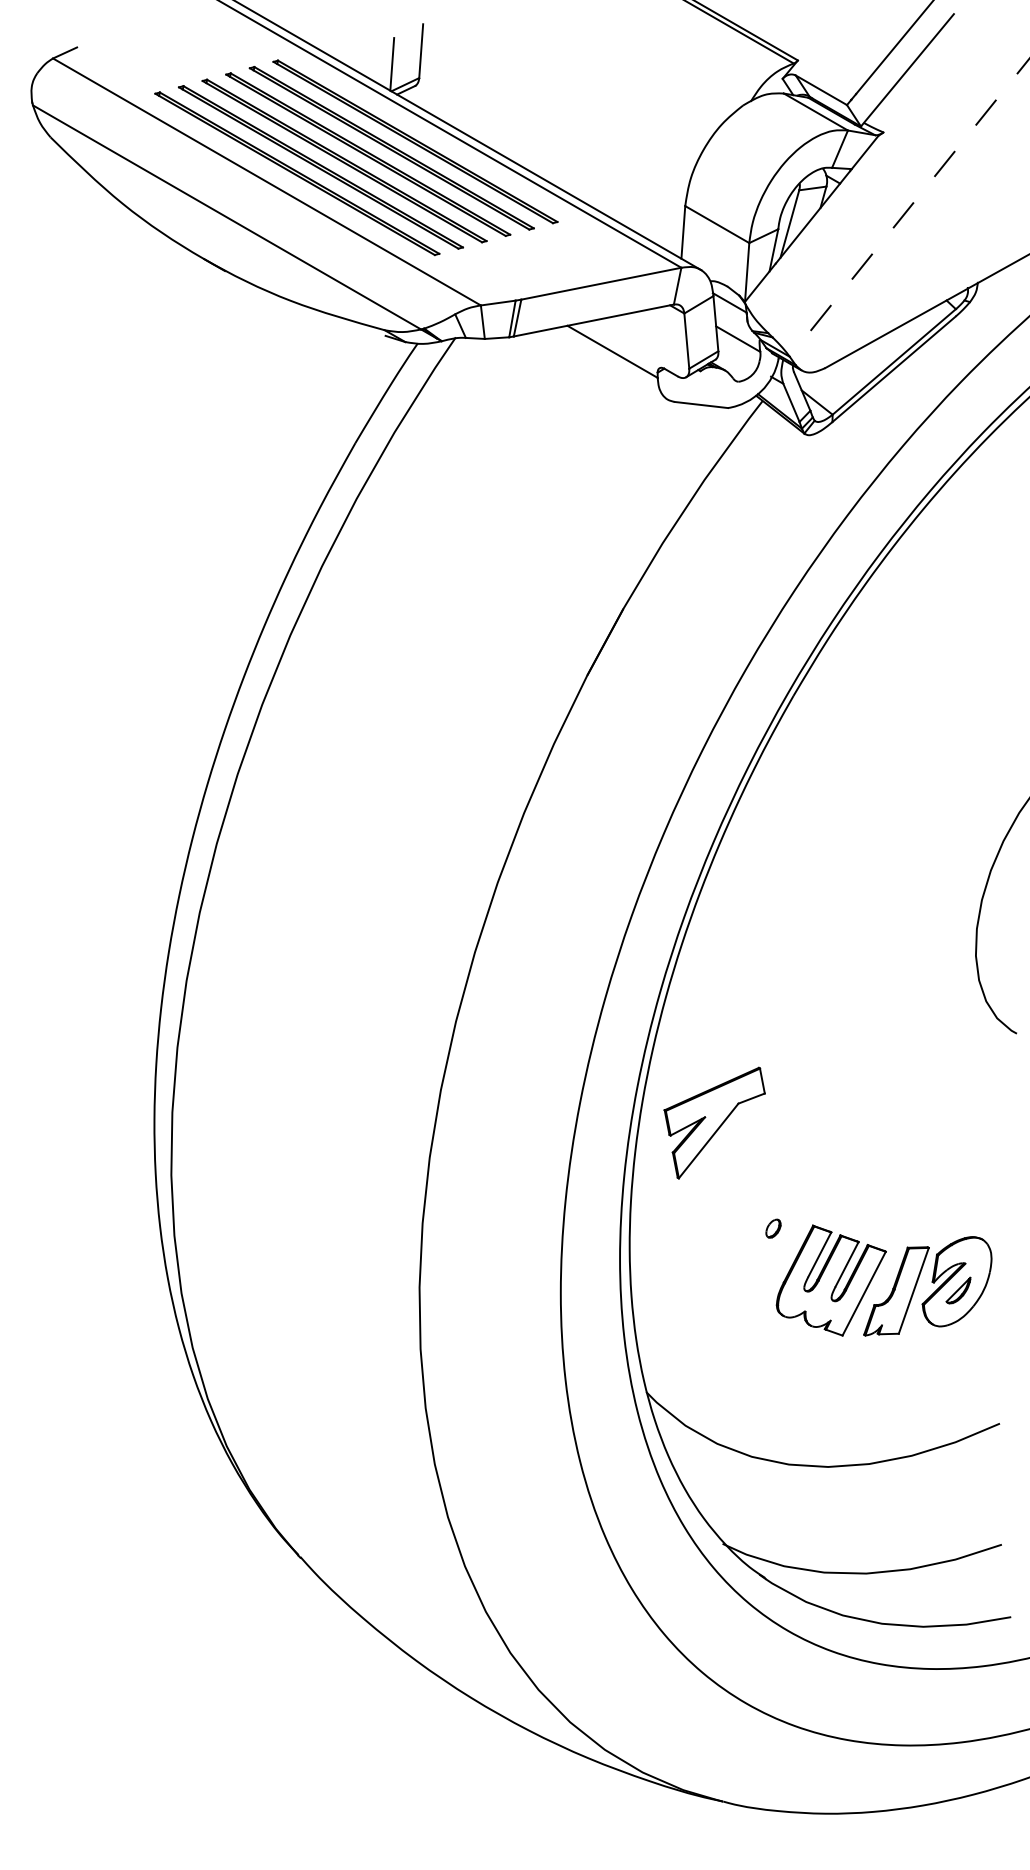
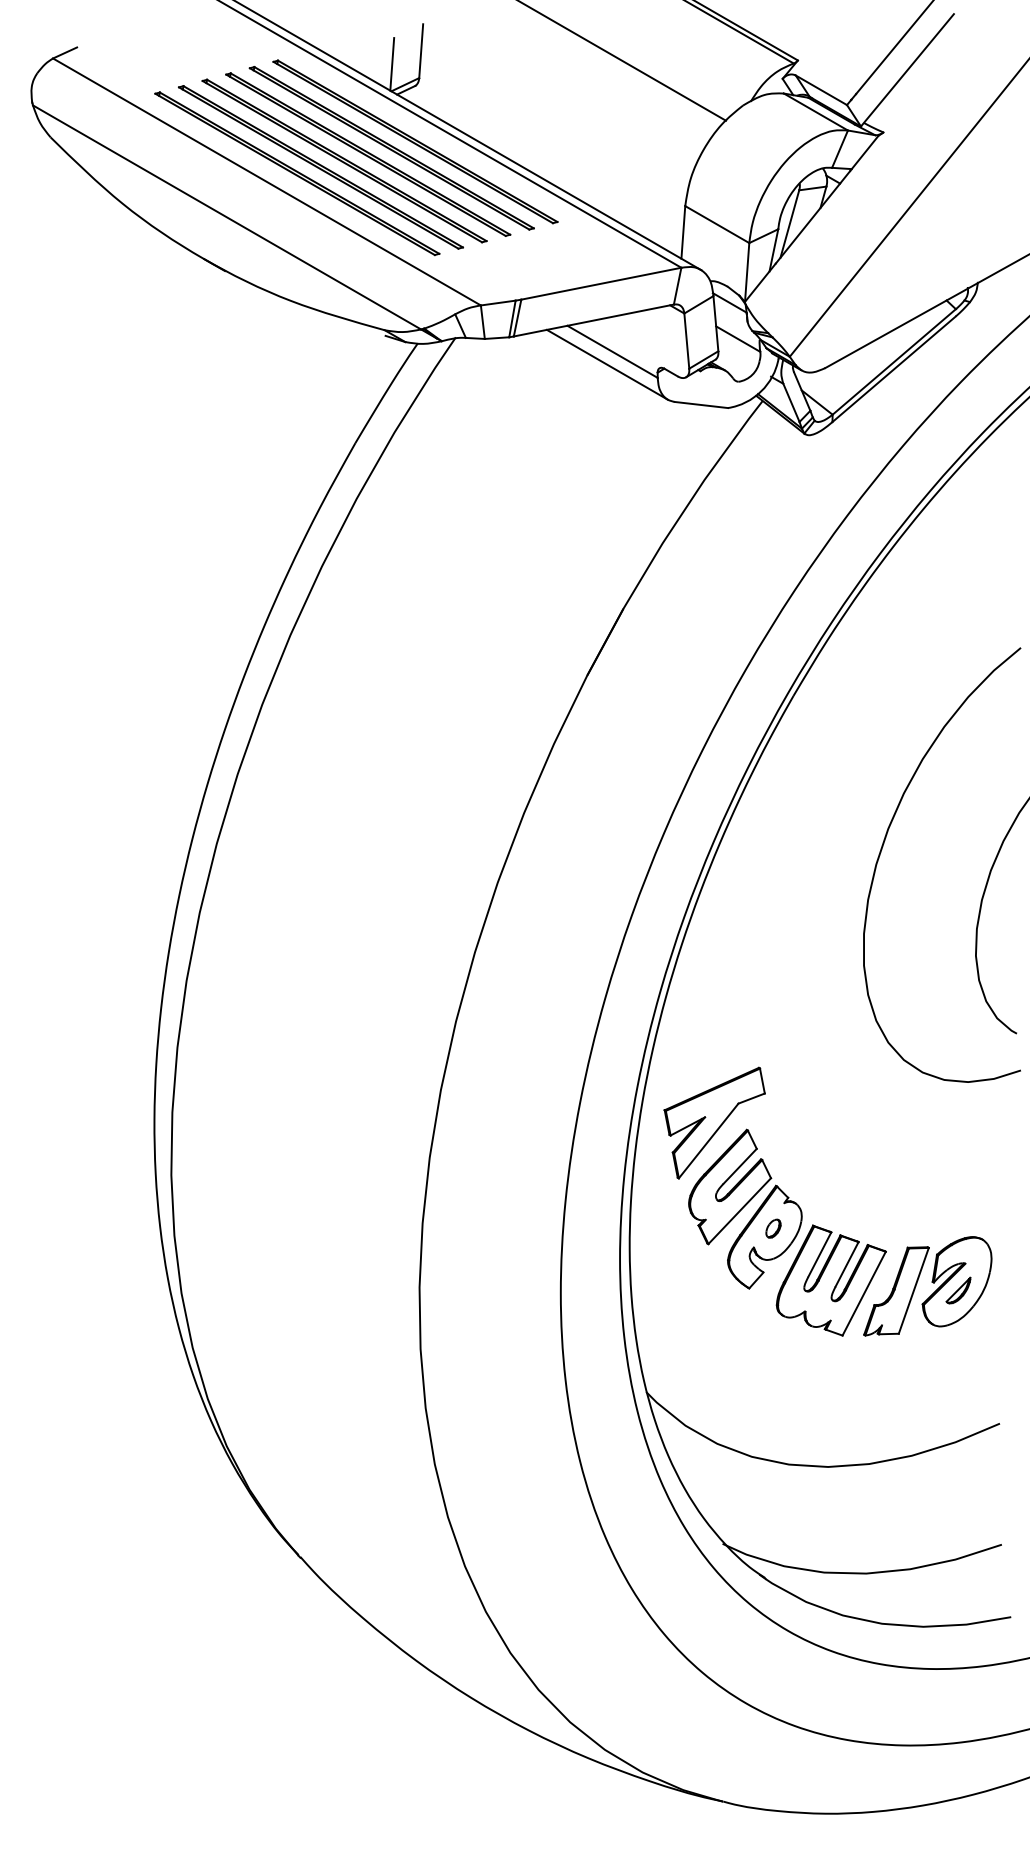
line at (623, 61): none -> present
line at (909, 208): dashed -> solid
line at (606, 364): none -> present
curve at (884, 843): none -> present
part at (745, 1208): none -> present
